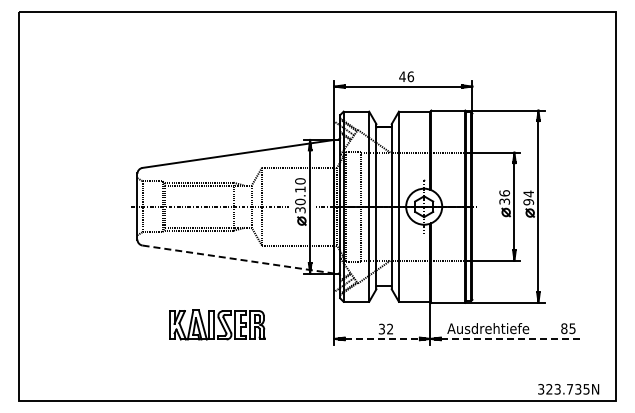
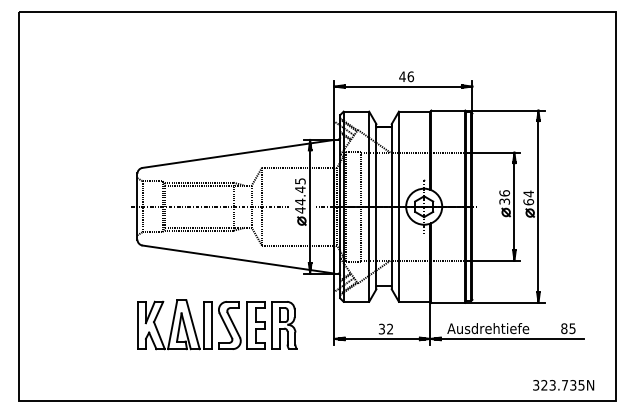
text at (300, 195): 30.10 -> 44.45
text at (528, 201): 94 -> 64
line at (238, 259): dashed -> solid
part at (217, 324) size: 97x32 px -> 161x52 px
line at (382, 338): dashed -> solid
line at (512, 338): dashed -> solid
text at (568, 389) position: (568, 389) -> (563, 385)
